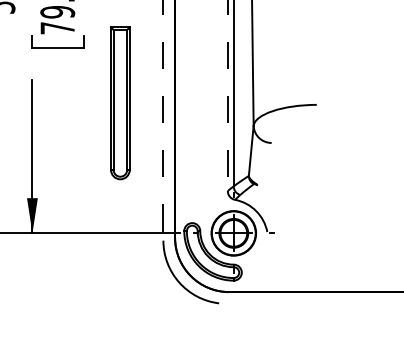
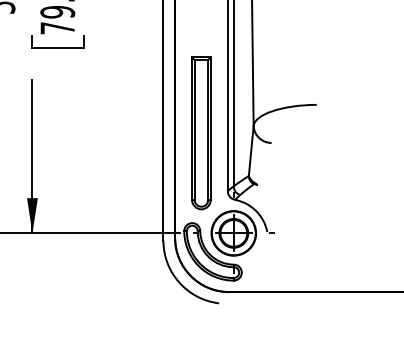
line at (227, 96): dashed -> solid
part at (120, 103) position: (120, 103) -> (201, 133)
line at (163, 120): dashed -> solid
